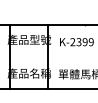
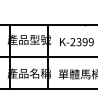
line at (48, 57): none -> present
